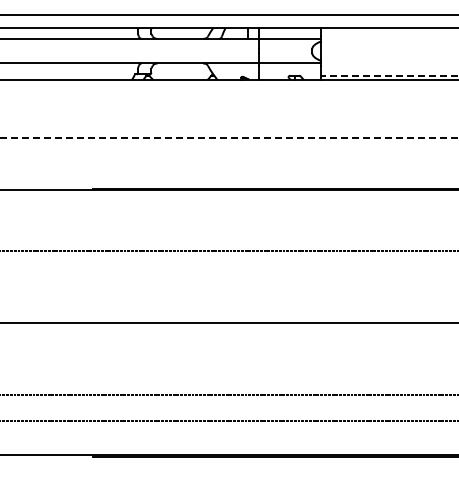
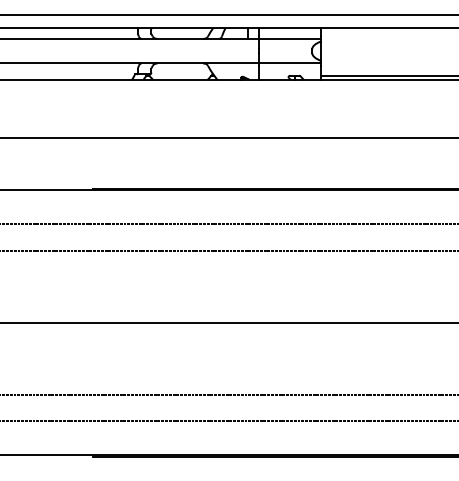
line at (389, 75): dashed -> solid
line at (229, 138): dashed -> solid
line at (228, 224): none -> present
